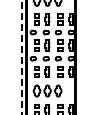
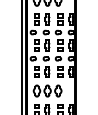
line at (21, 57): dashed -> solid
